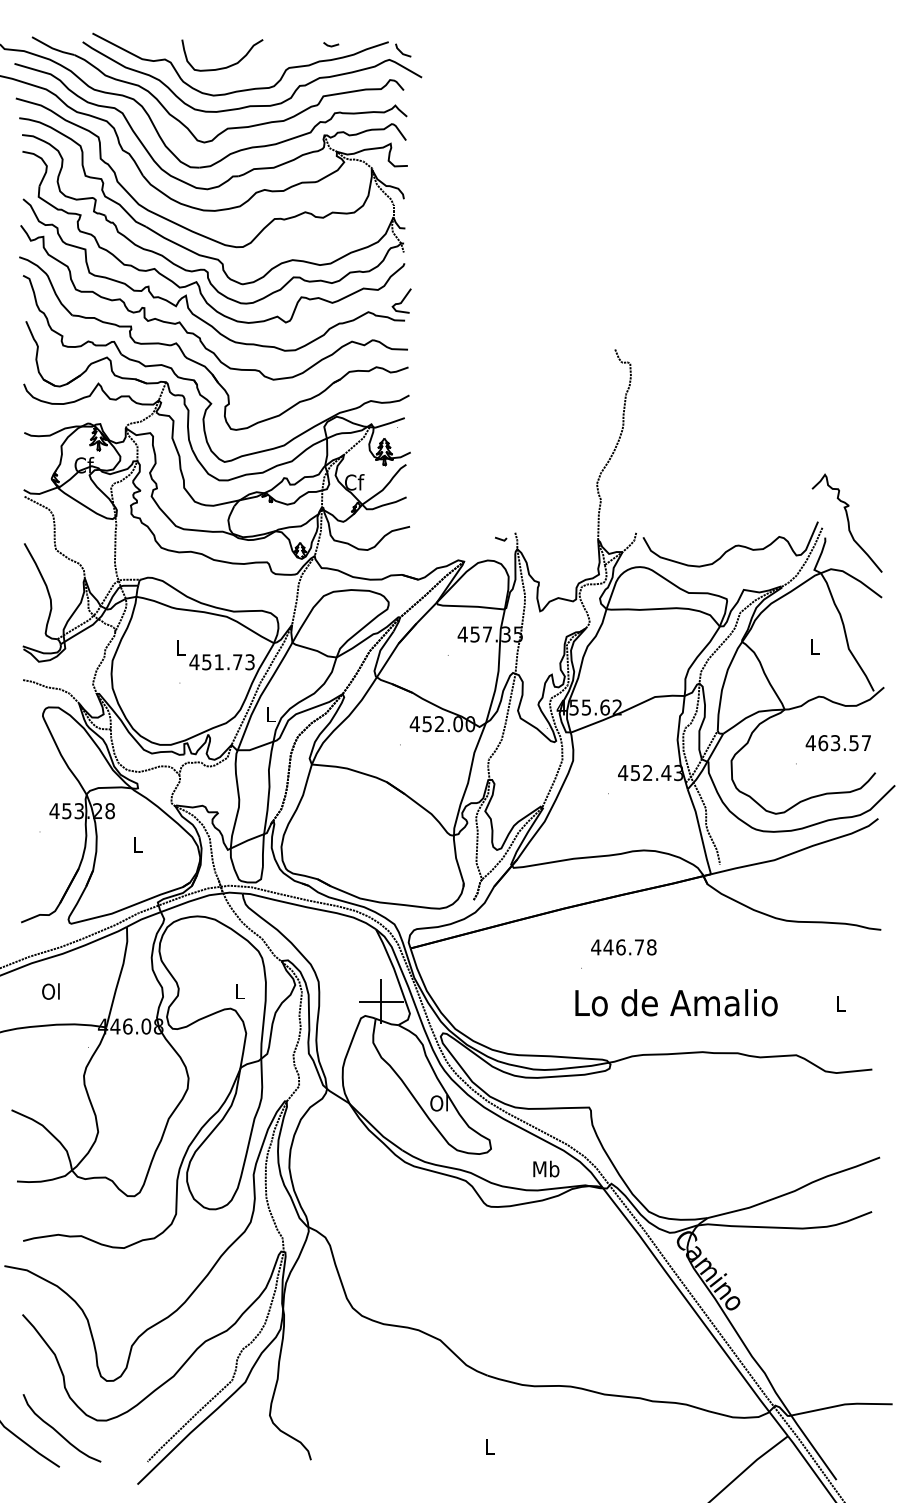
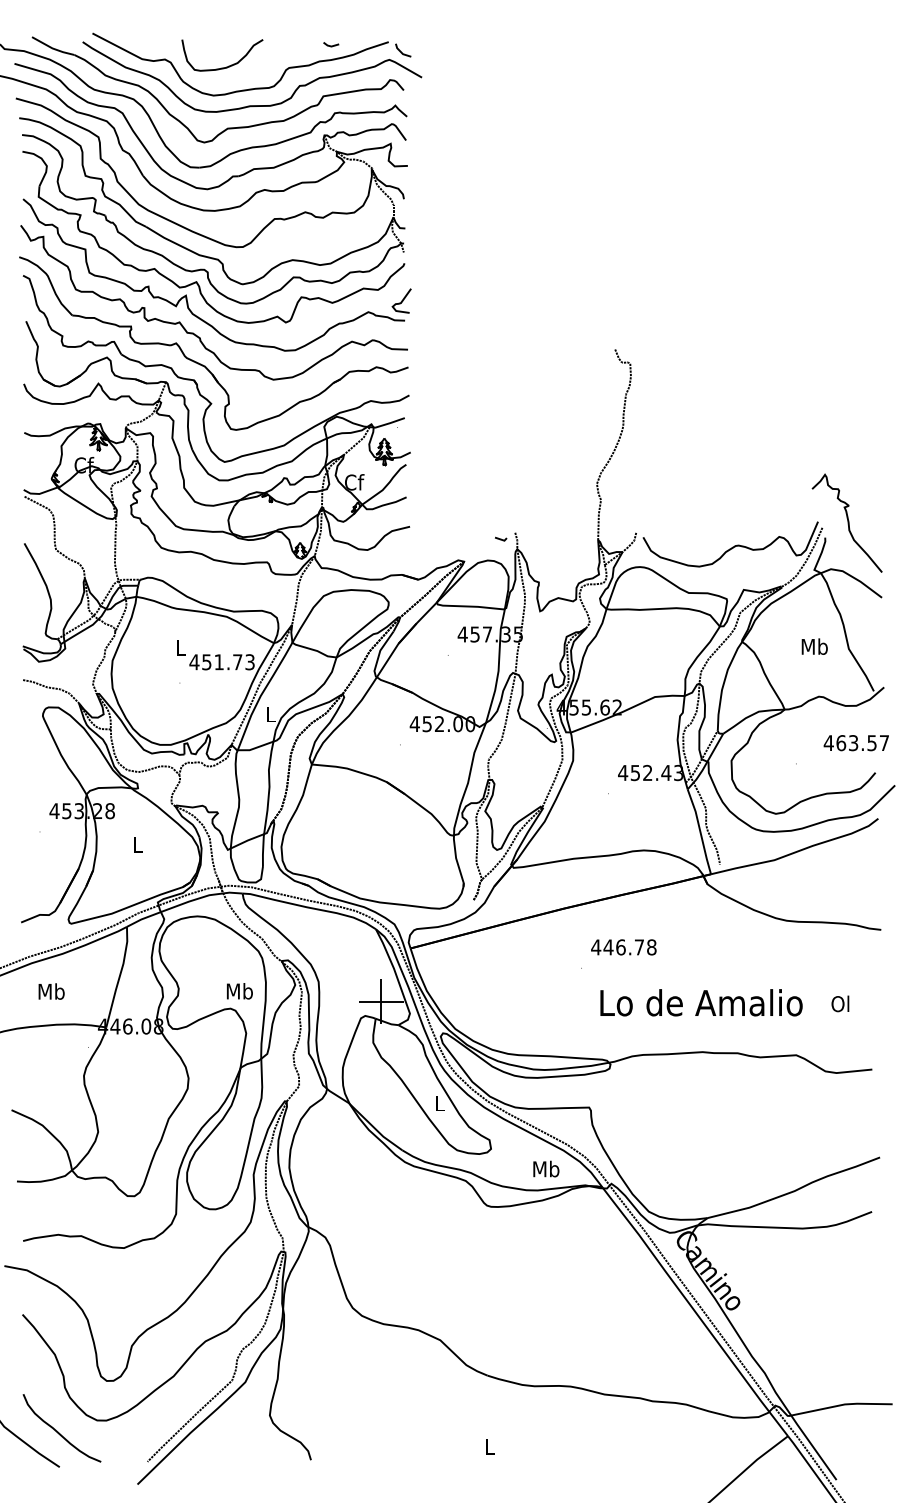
text at (814, 646): L -> Mb
text at (837, 743) position: (837, 743) -> (855, 743)
text at (51, 991): Ol -> Mb
text at (239, 991): L -> Mb
text at (676, 1002) position: (676, 1002) -> (701, 1002)
text at (840, 1003): L -> Ol
text at (438, 1103): Ol -> L
